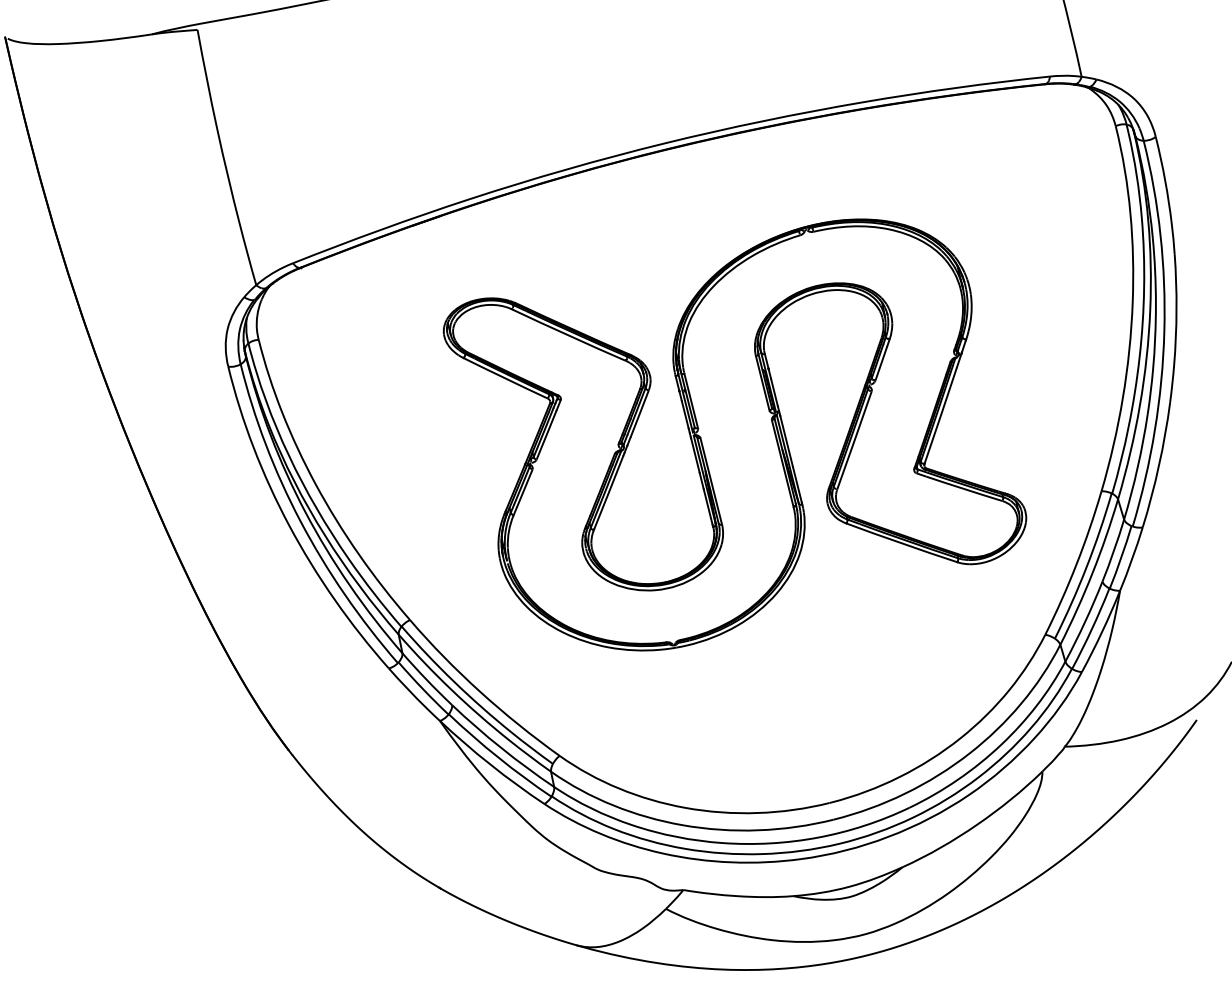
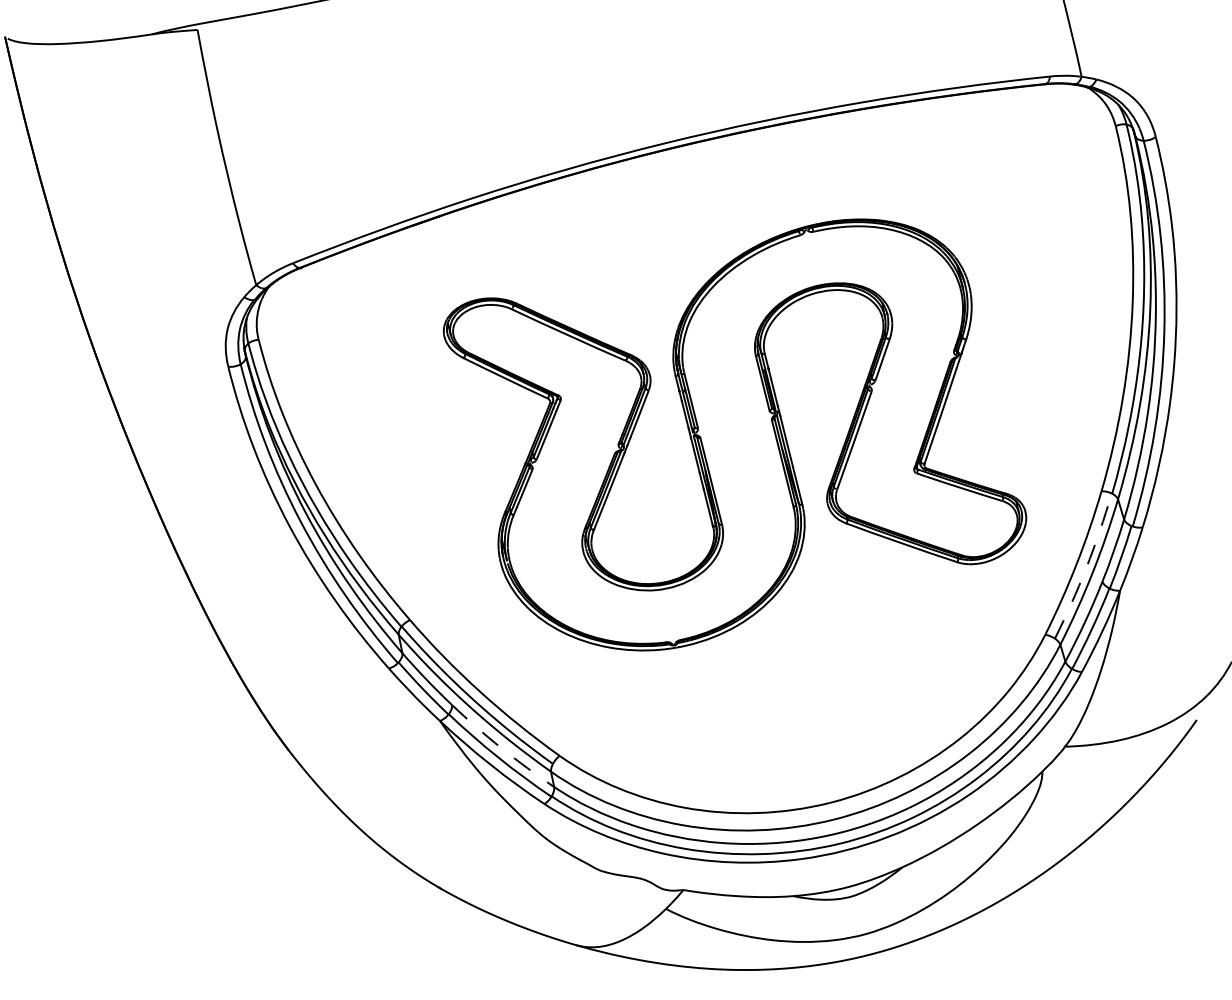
arc at (1086, 567): solid -> dashed
arc at (501, 748): solid -> dashed
